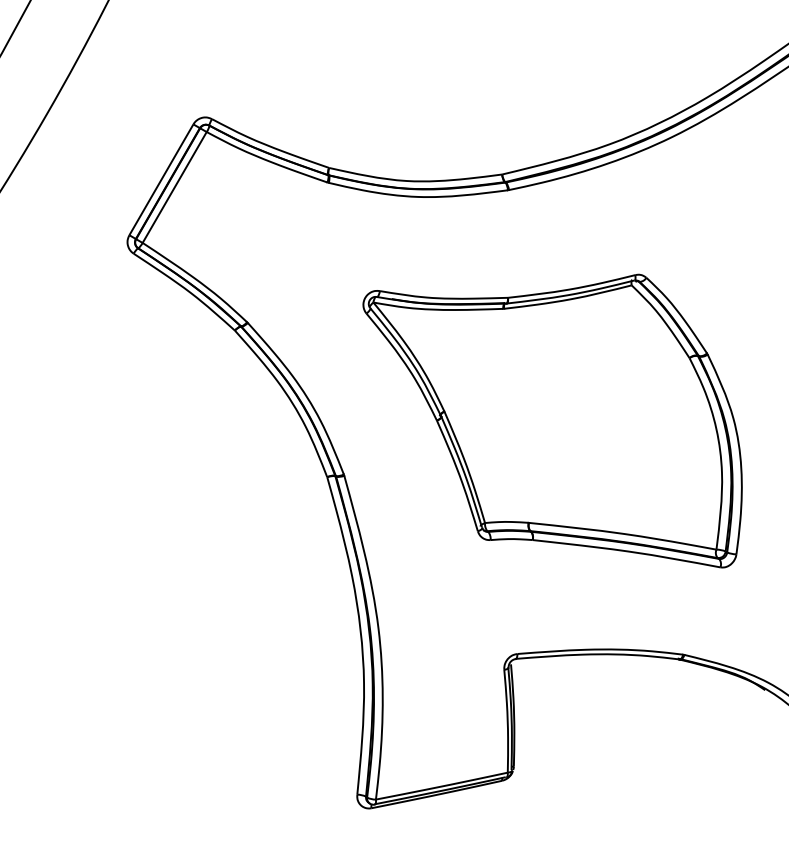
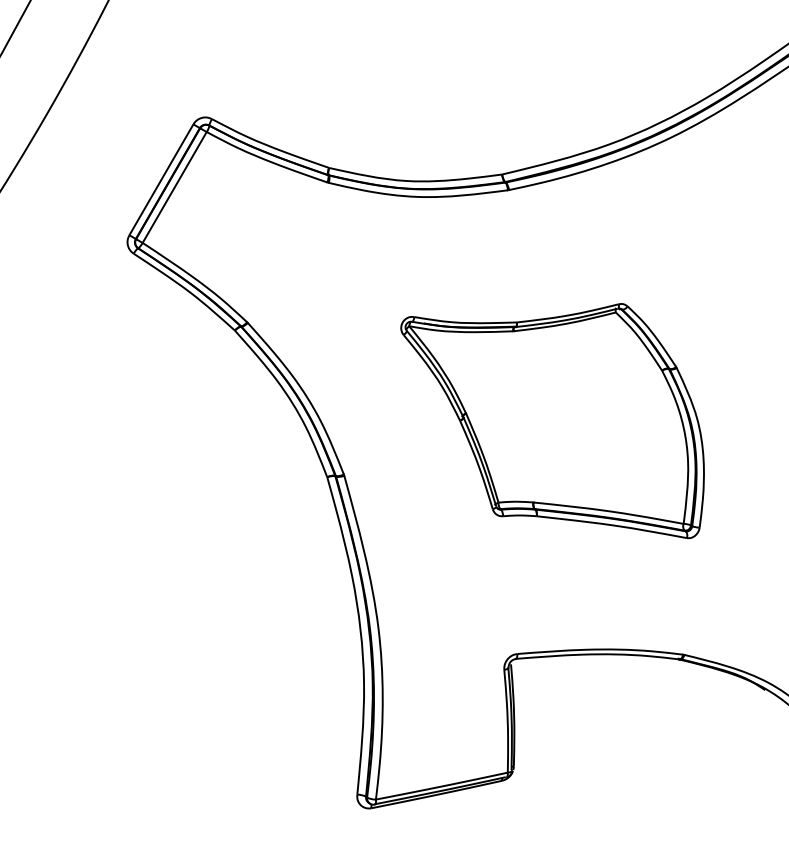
part at (552, 420) size: 381x296 px -> 305x237 px
